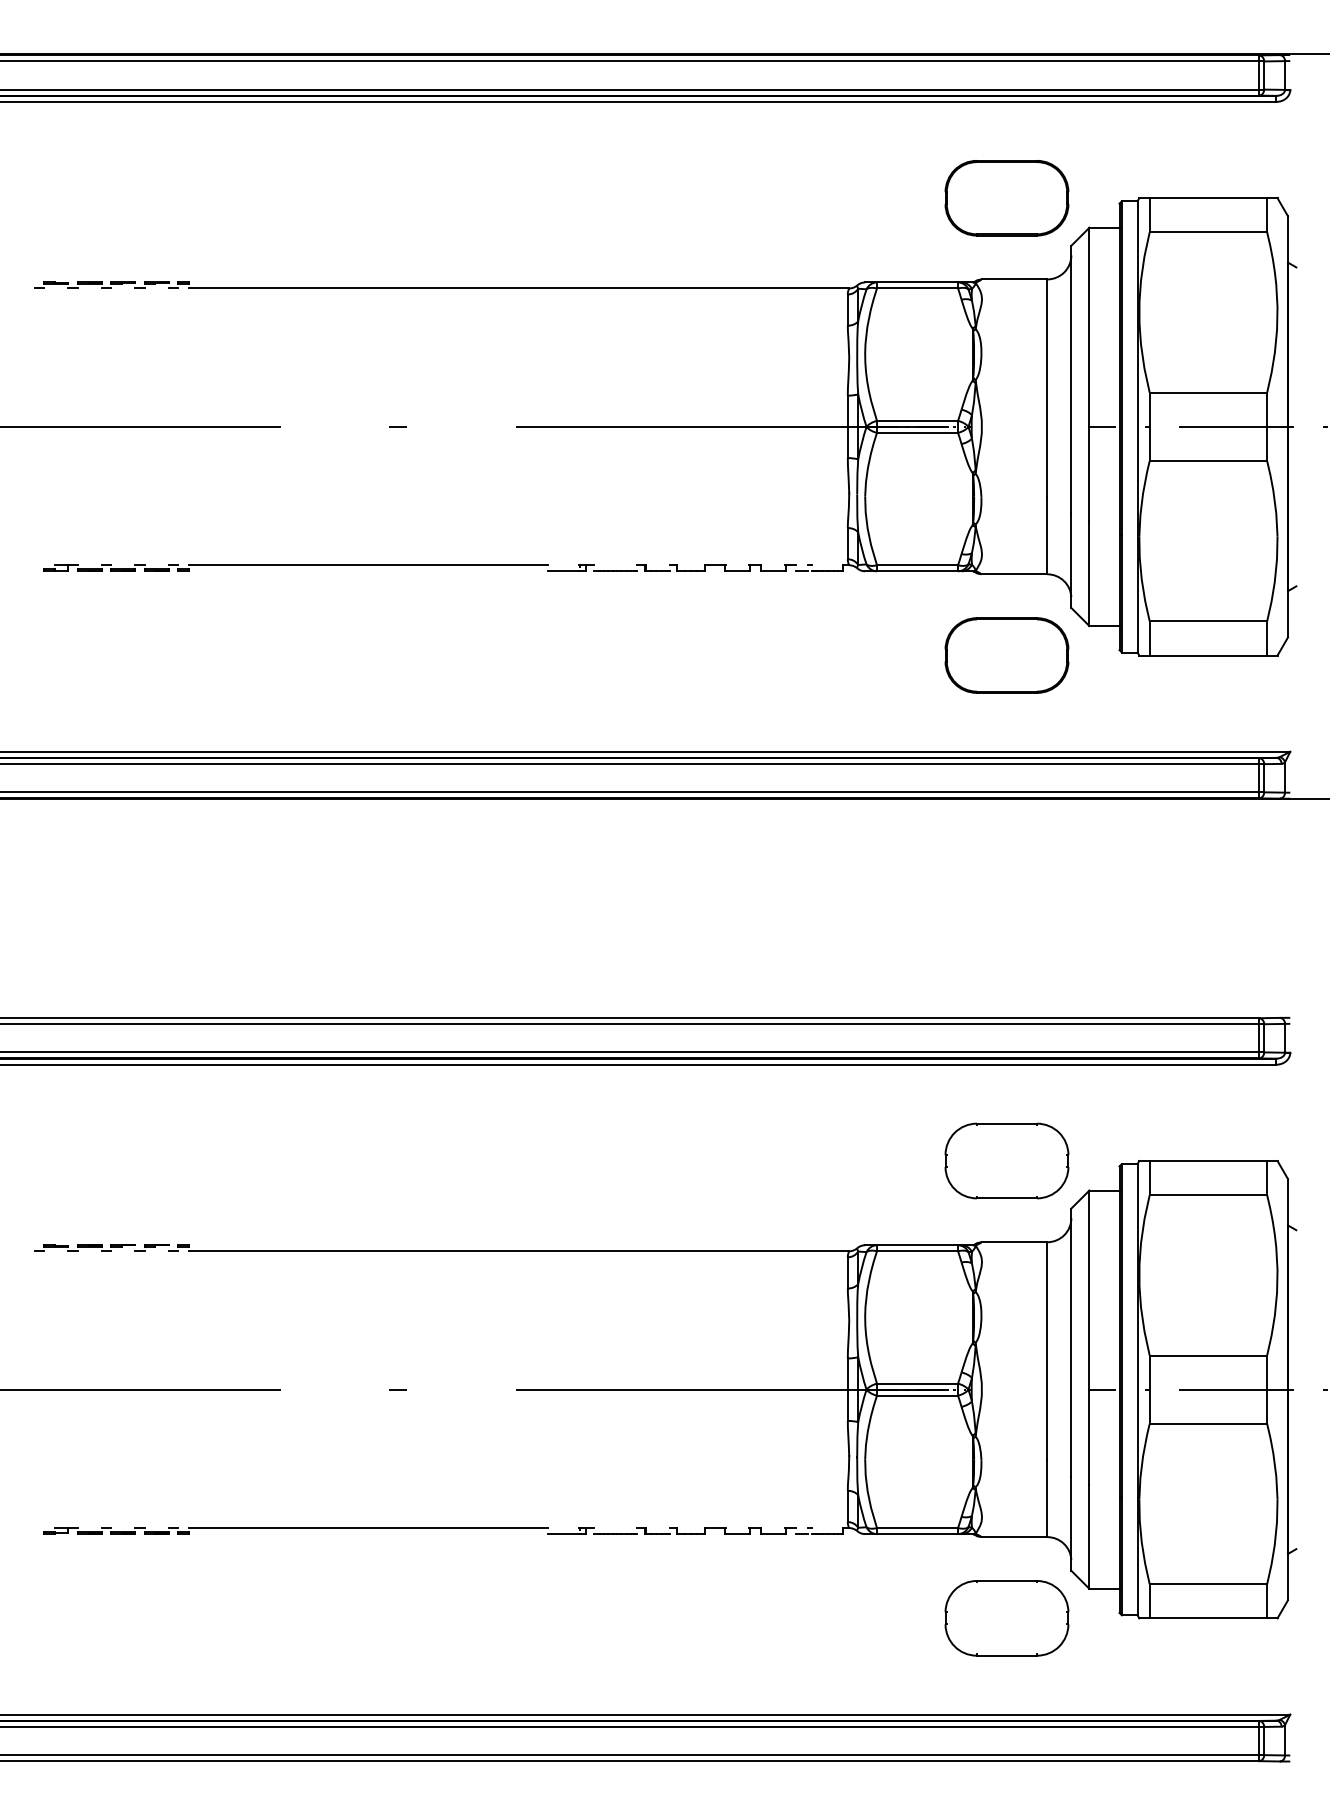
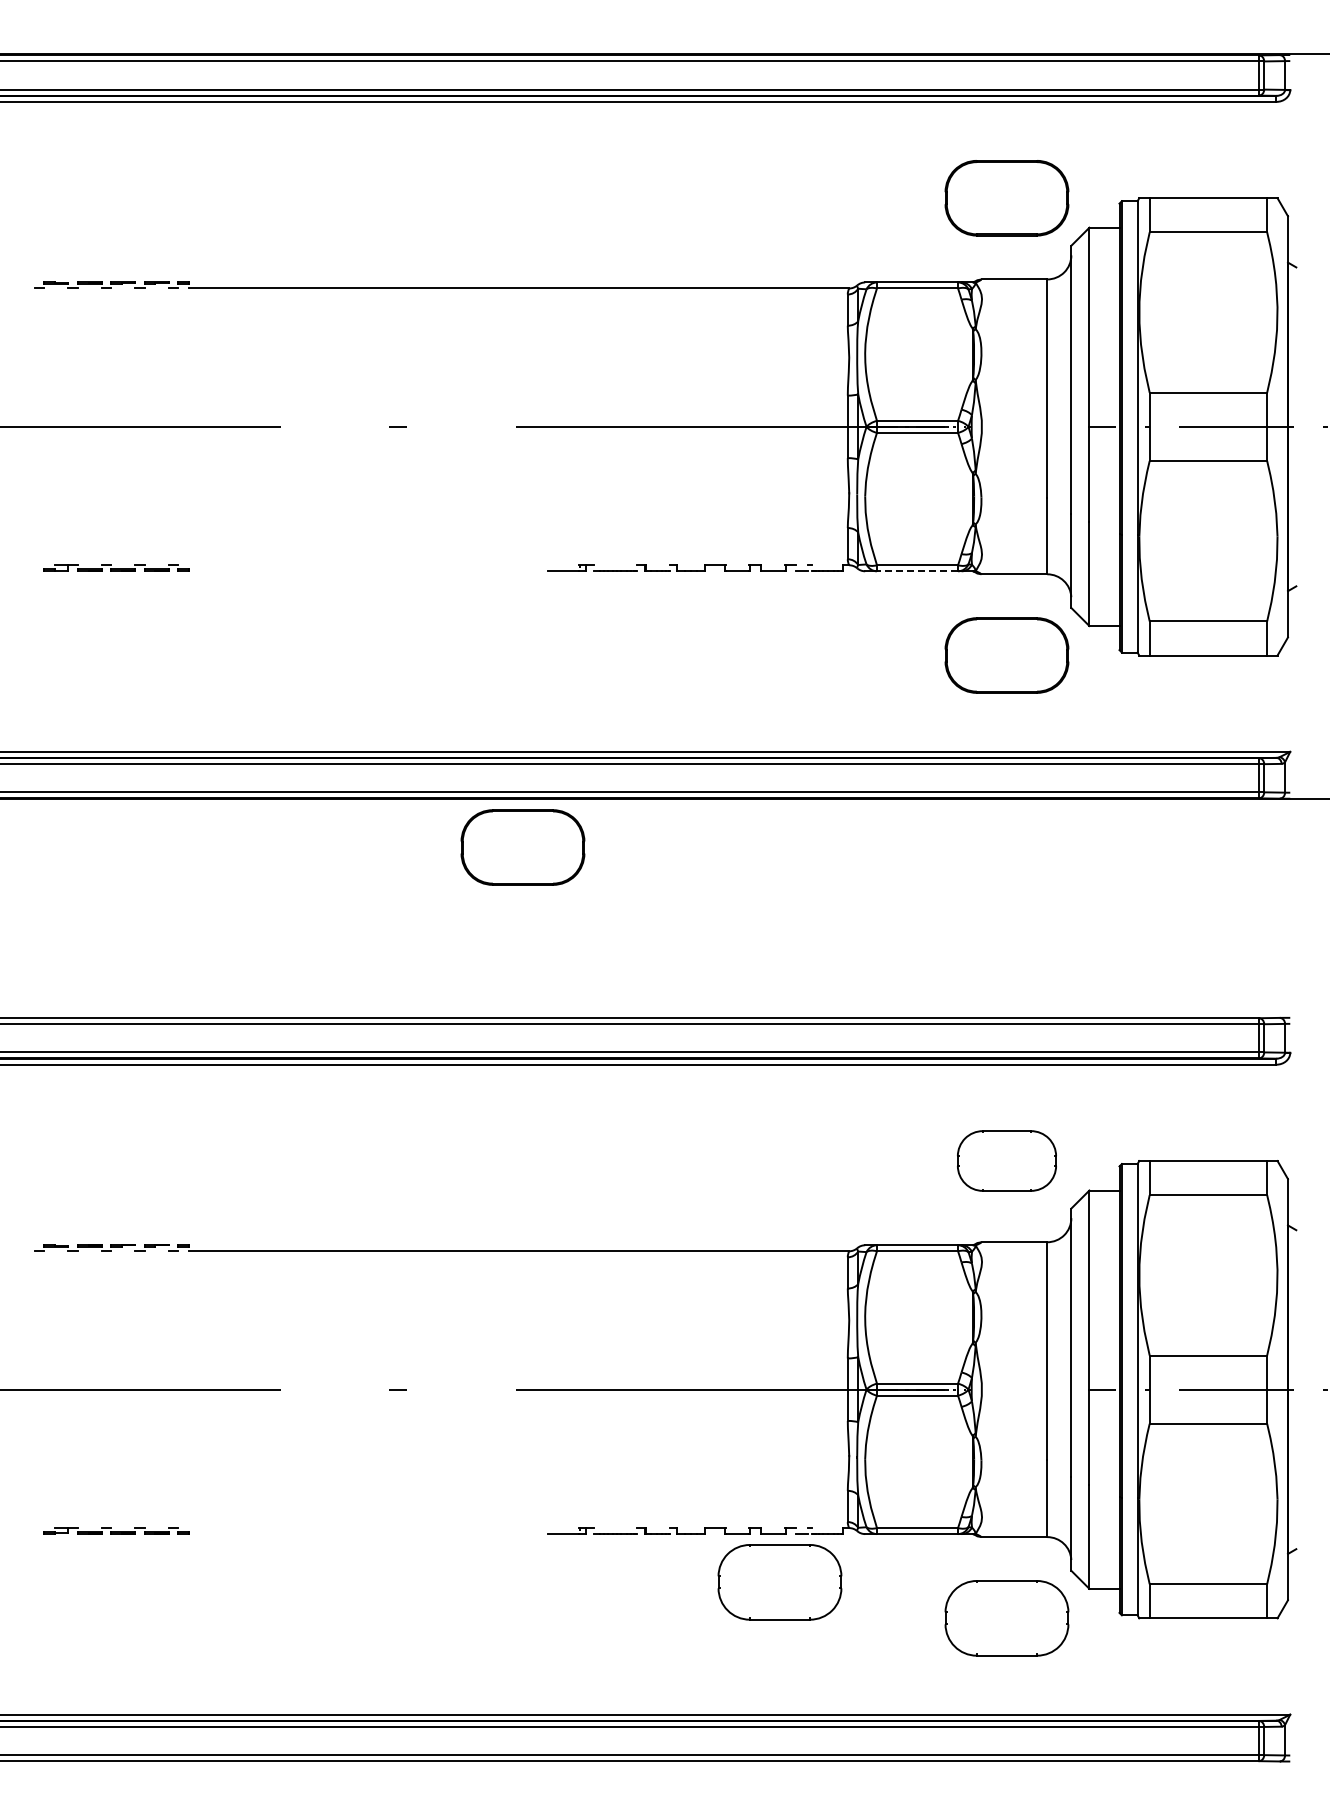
line at (367, 565): present -> none
line at (917, 571): solid -> dashed
part at (522, 847): none -> present
part at (1006, 1160) size: 126x78 px -> 100x62 px
line at (367, 1528): present -> none
part at (779, 1582): none -> present
